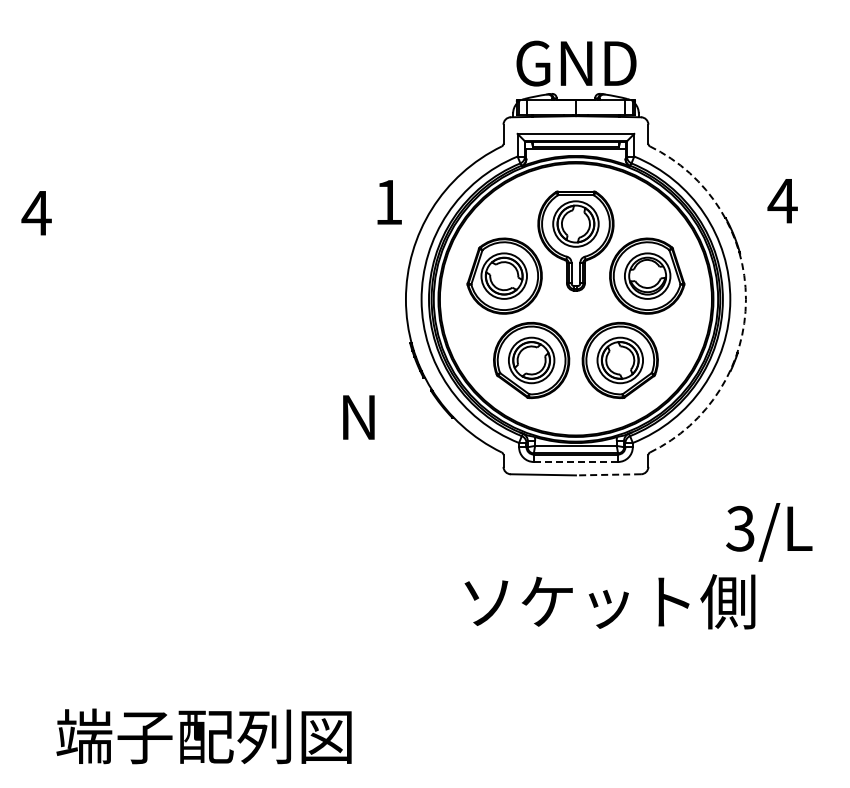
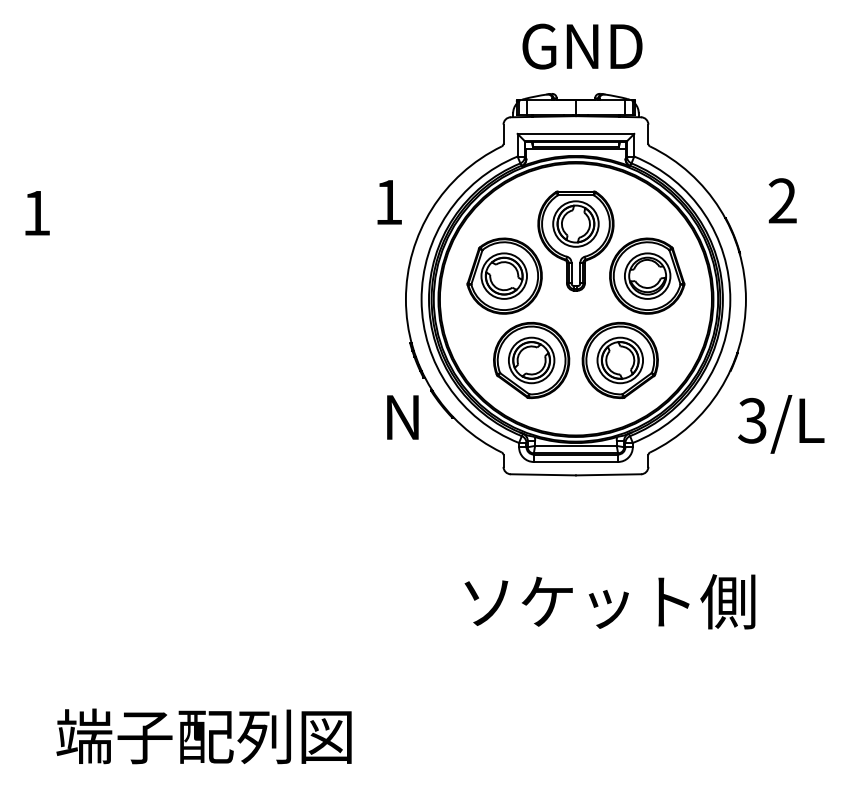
text at (576, 63) position: (576, 63) -> (582, 46)
text at (782, 200): 4 -> 2
text at (36, 213): 4 -> 1
arc at (745, 299): dashed -> solid
text at (358, 417) position: (358, 417) -> (402, 417)
line at (575, 461): dashed -> solid
line at (608, 474): dashed -> solid
text at (769, 532) position: (769, 532) -> (781, 424)
